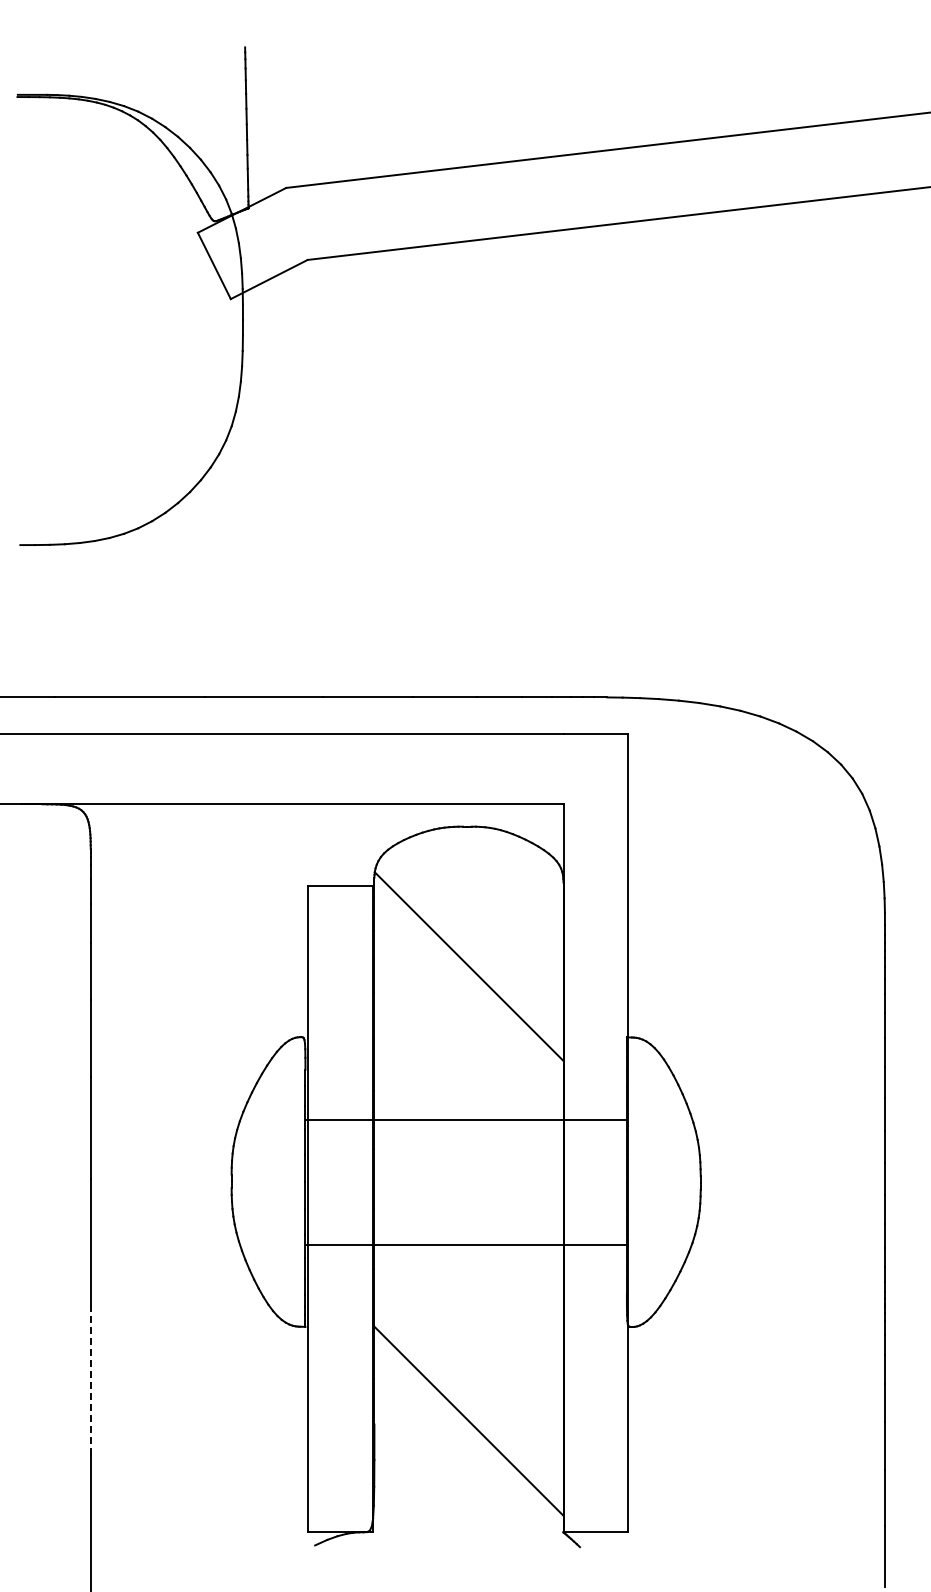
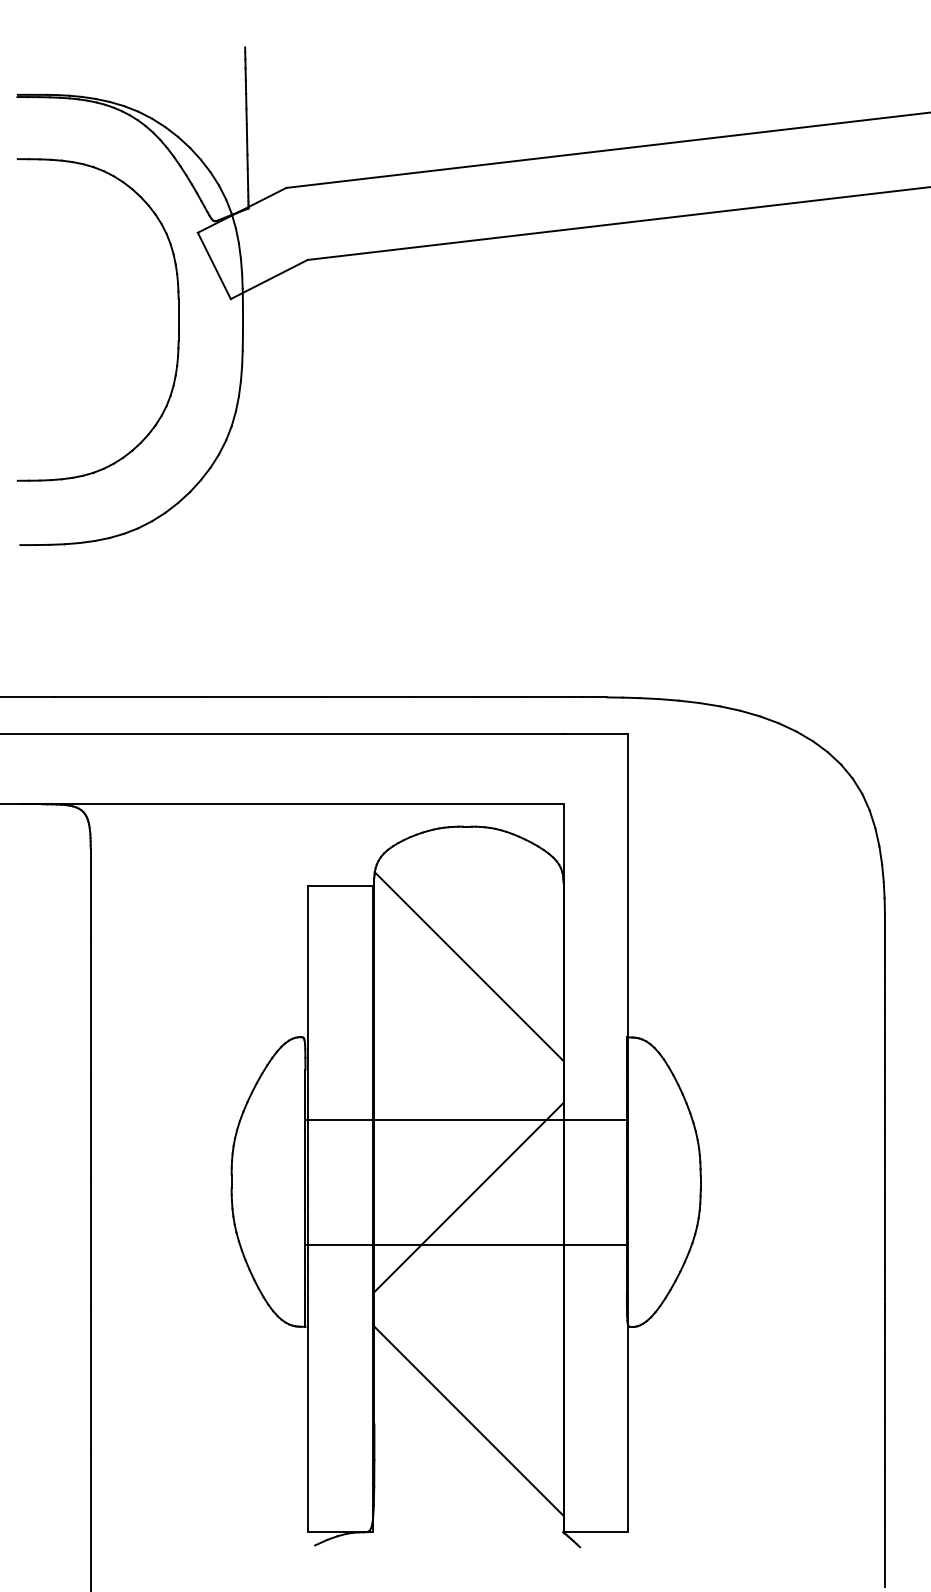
part at (178, 319): none -> present
line at (468, 1197): none -> present
line at (90, 1380): dashed -> solid
